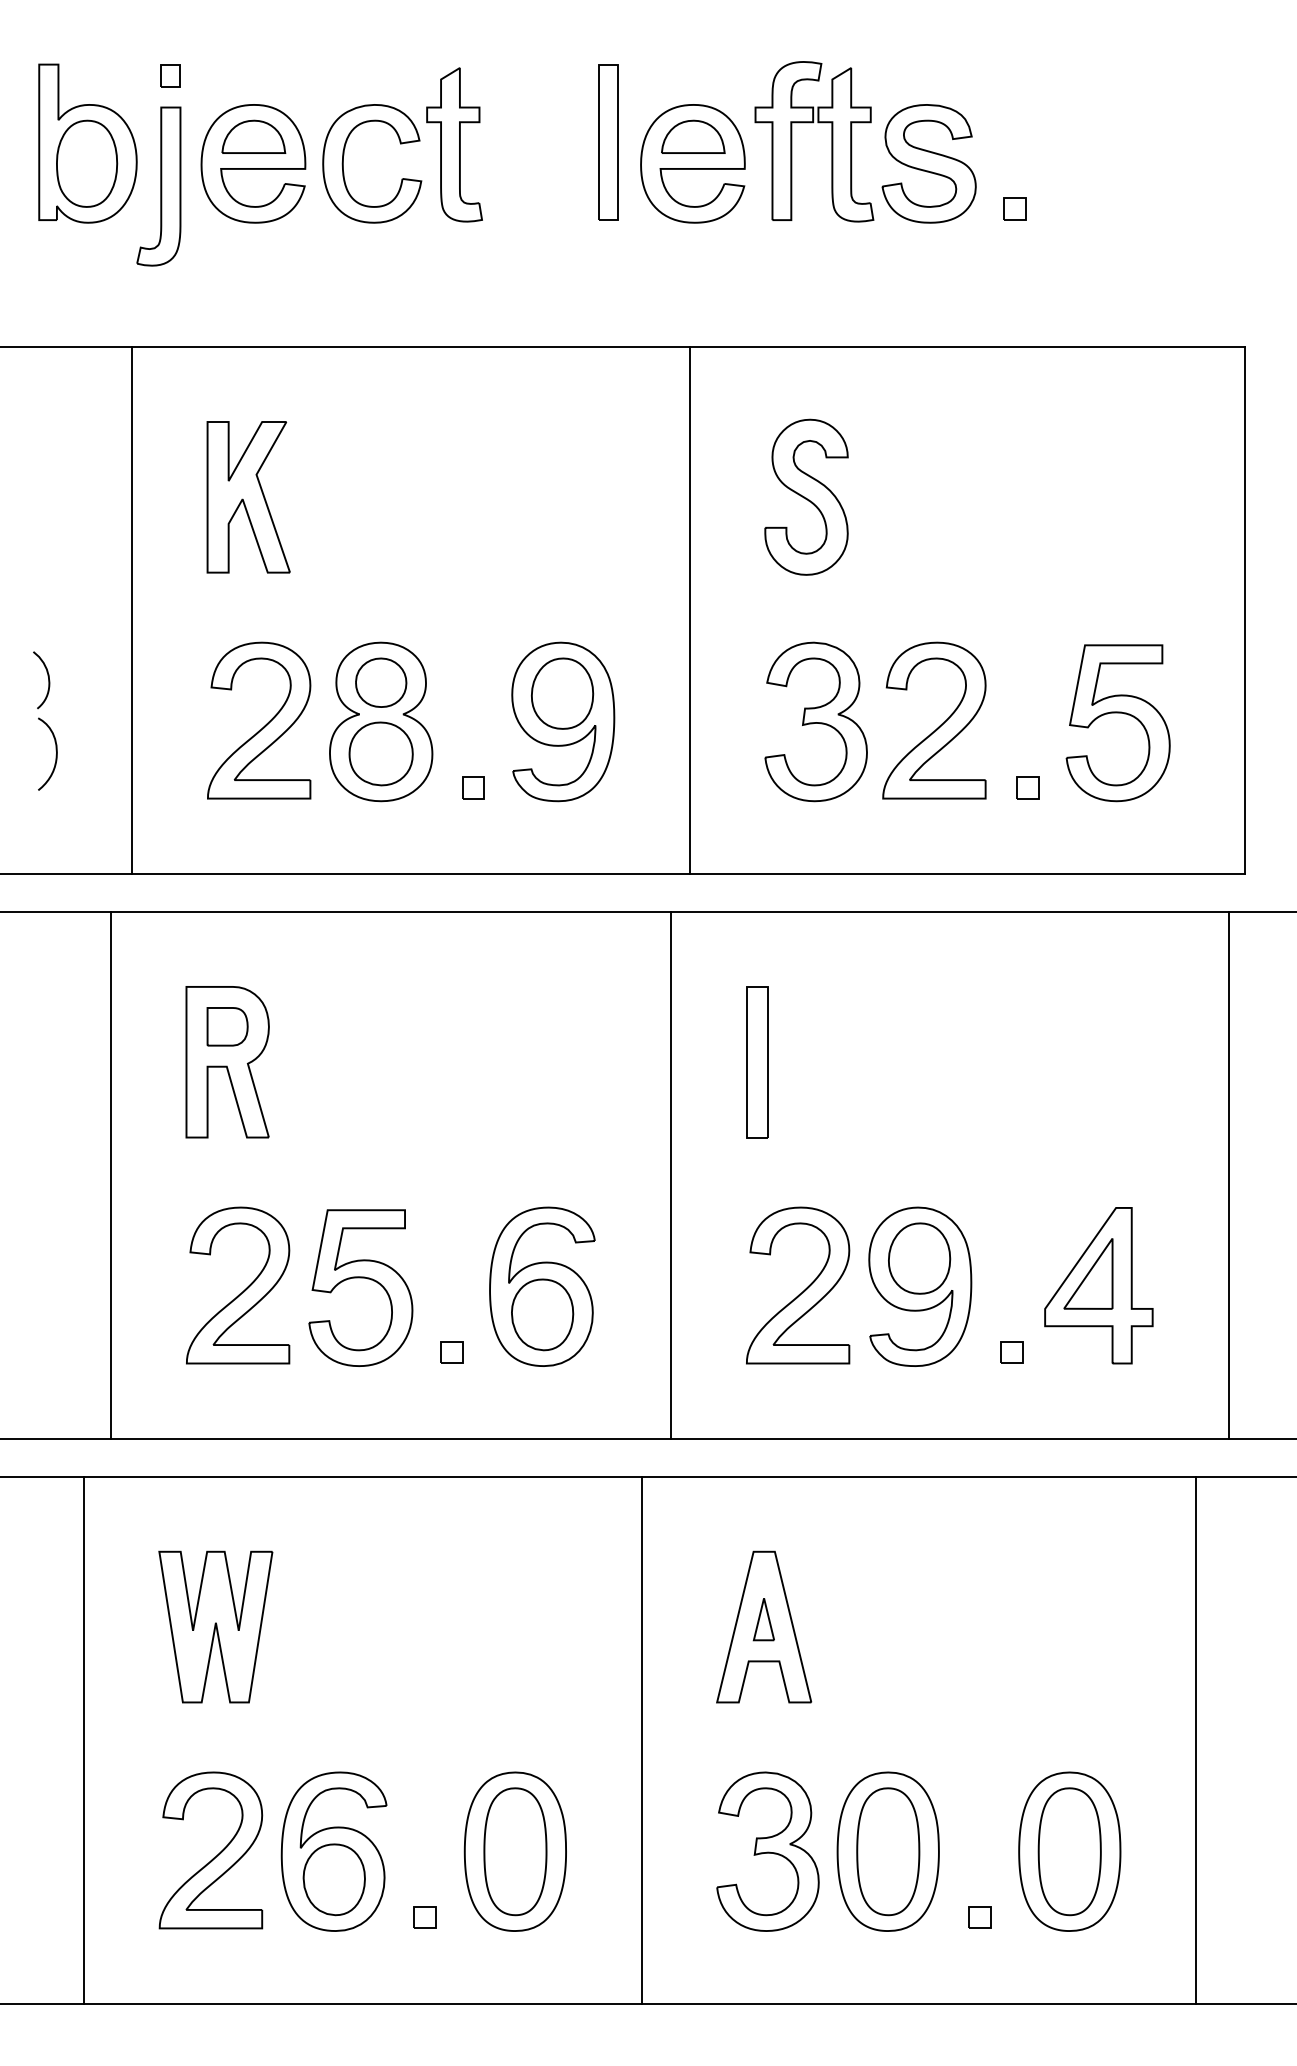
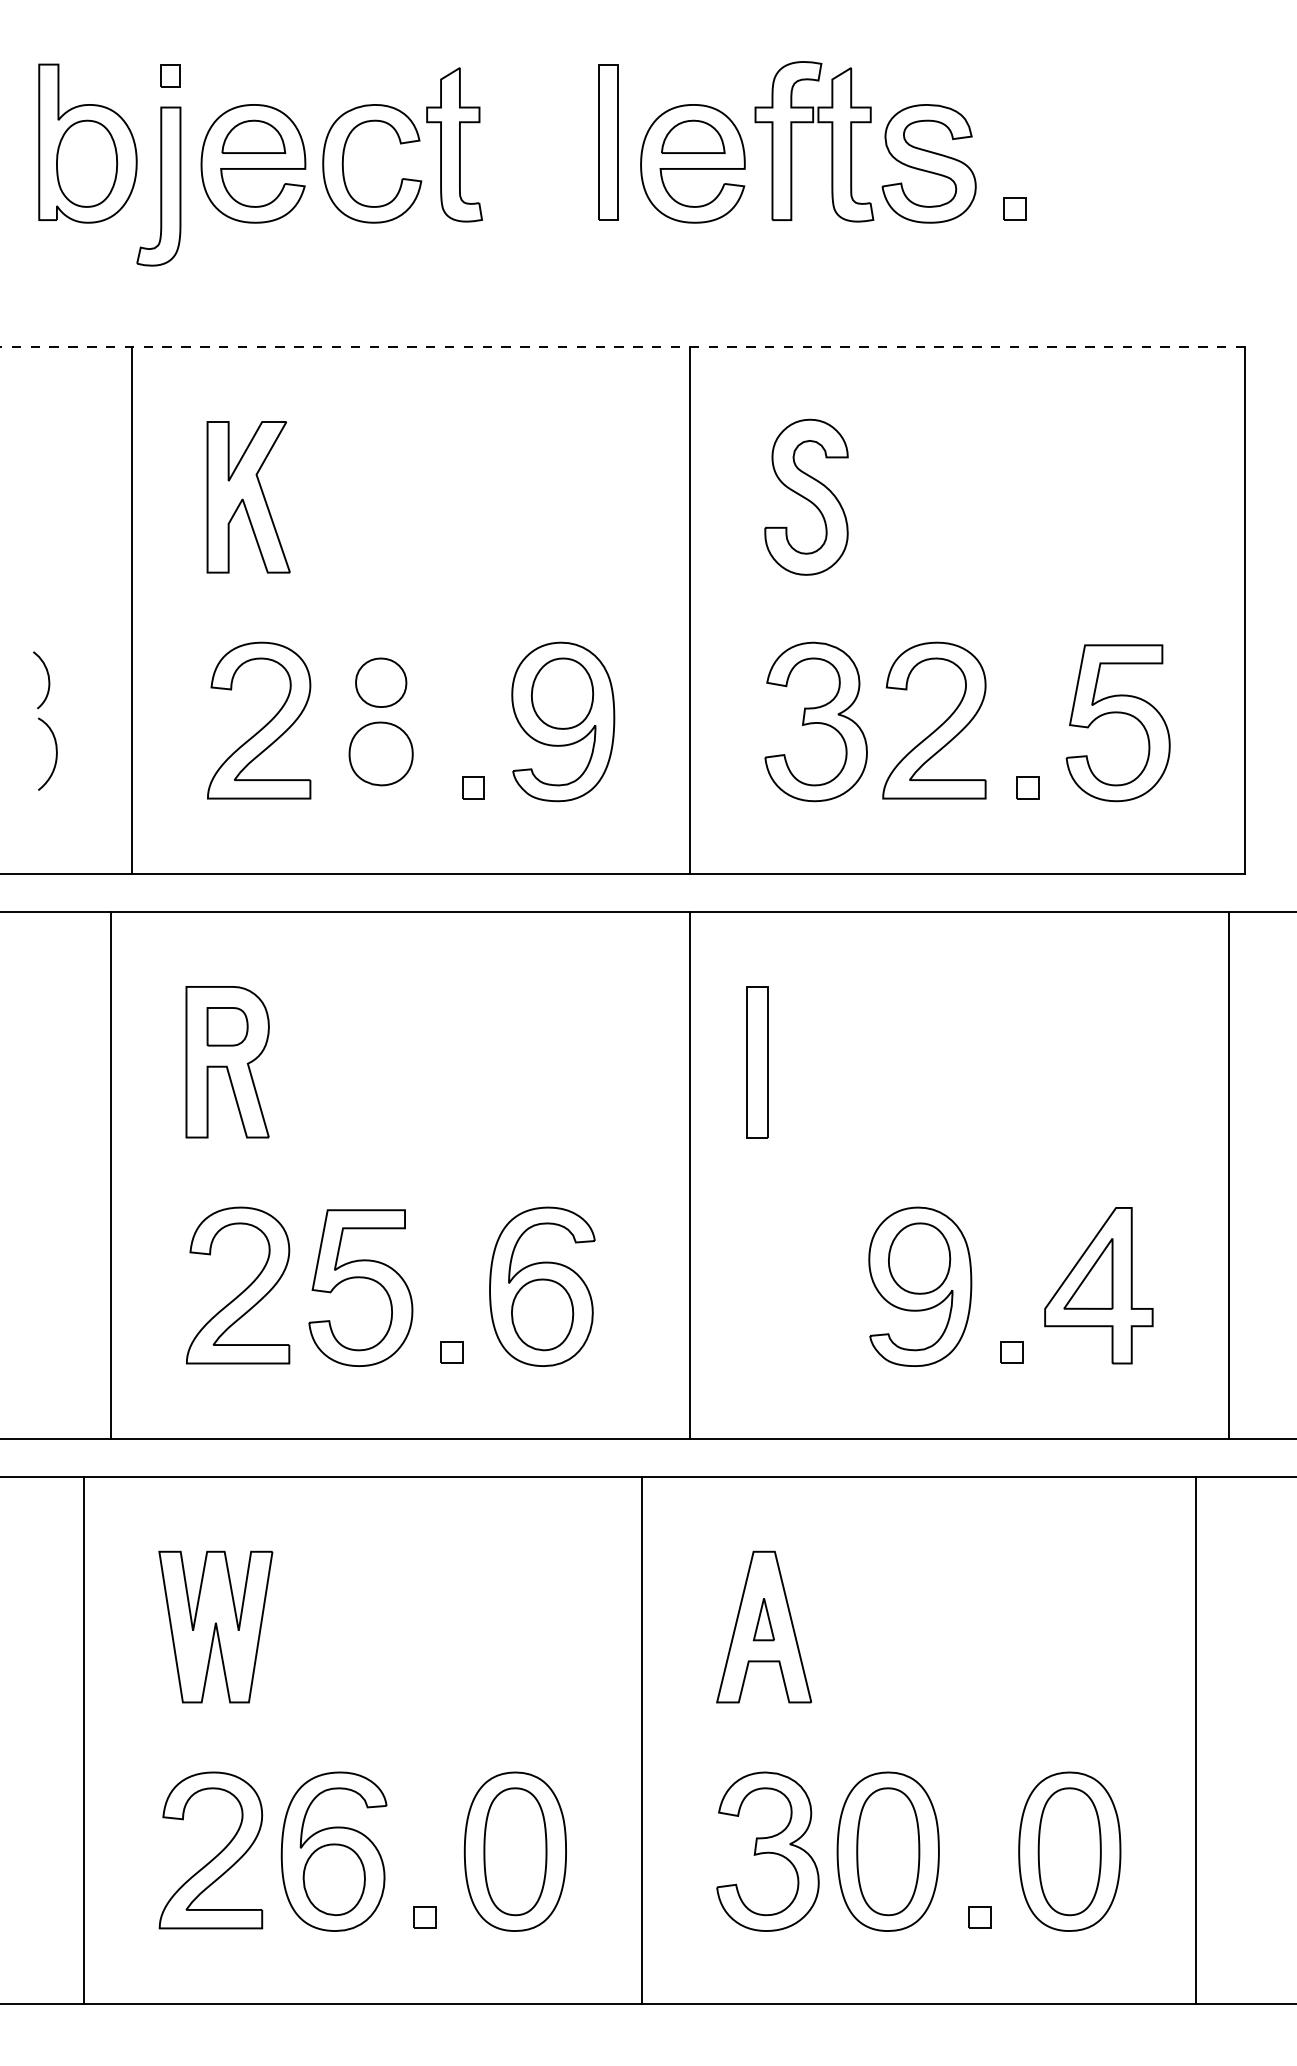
line at (622, 346): solid -> dashed
part at (381, 721): present -> none
line at (670, 1175) position: (670, 1175) -> (689, 1175)
part at (803, 1290): present -> none
